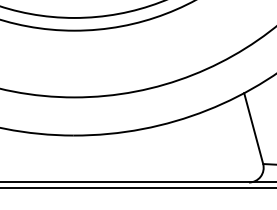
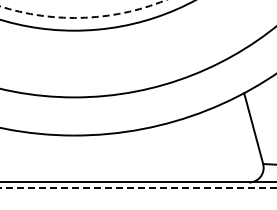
arc at (83, 17): solid -> dashed
line at (137, 188): solid -> dashed
